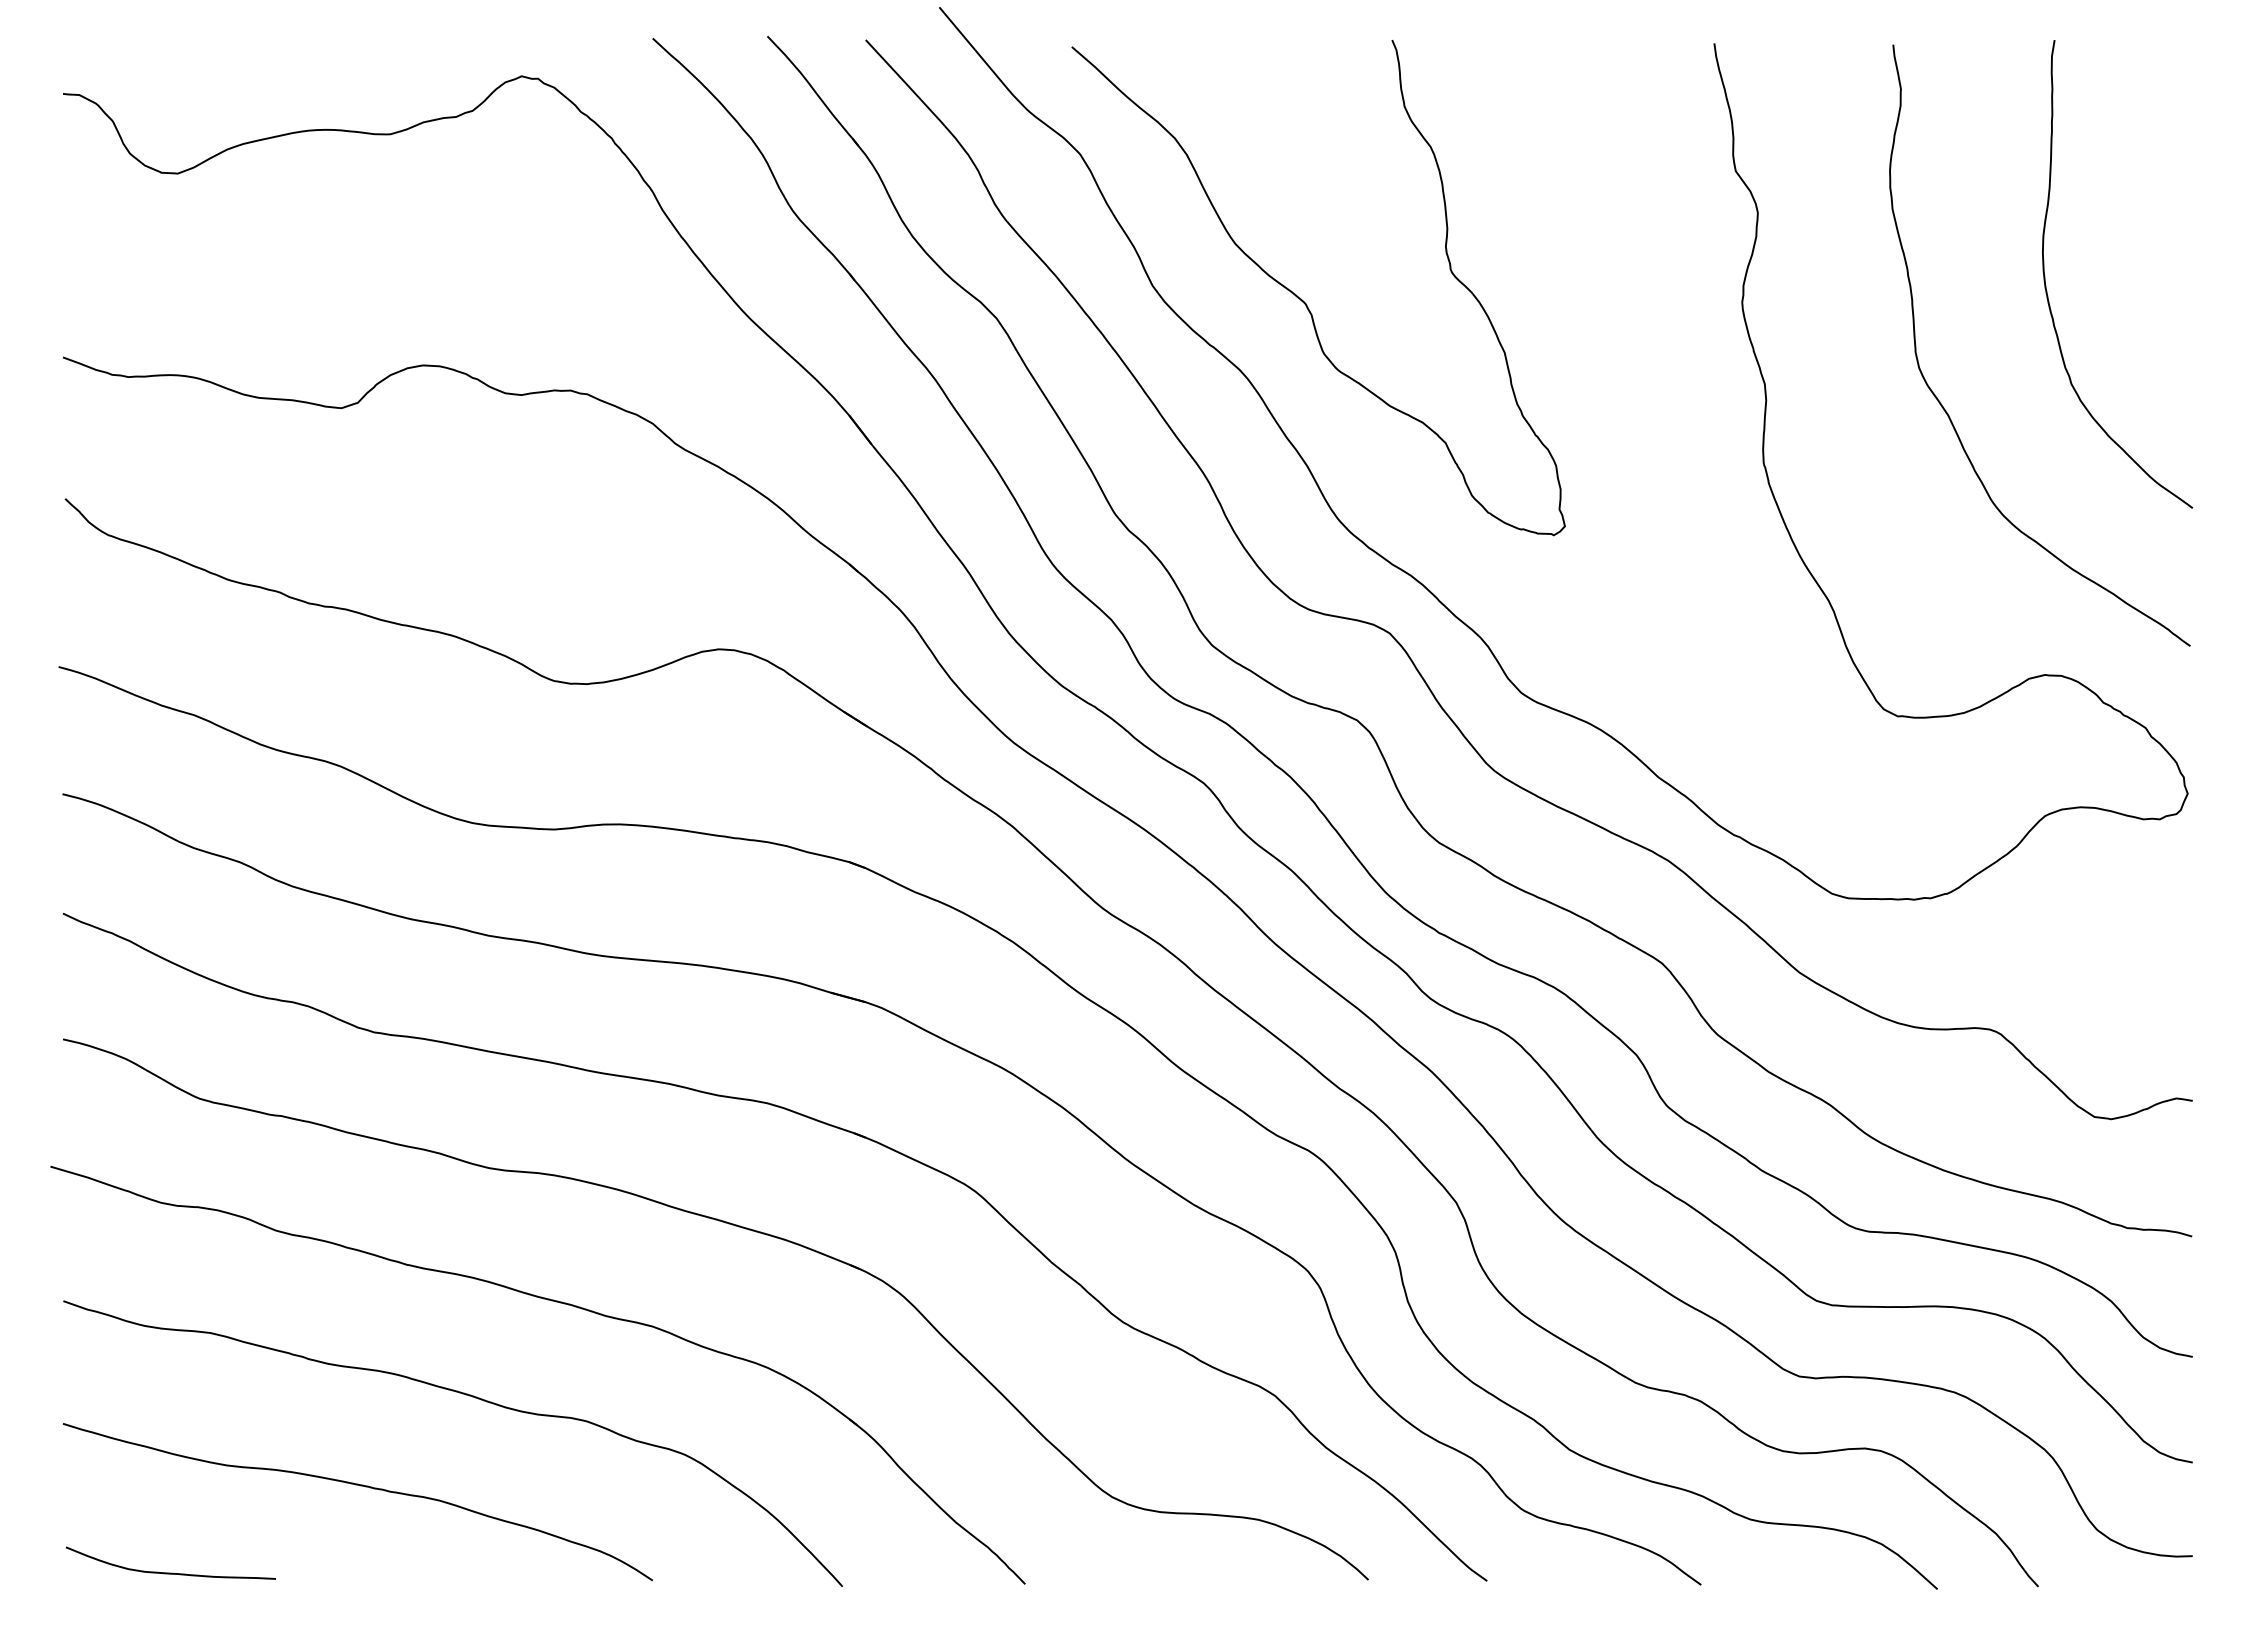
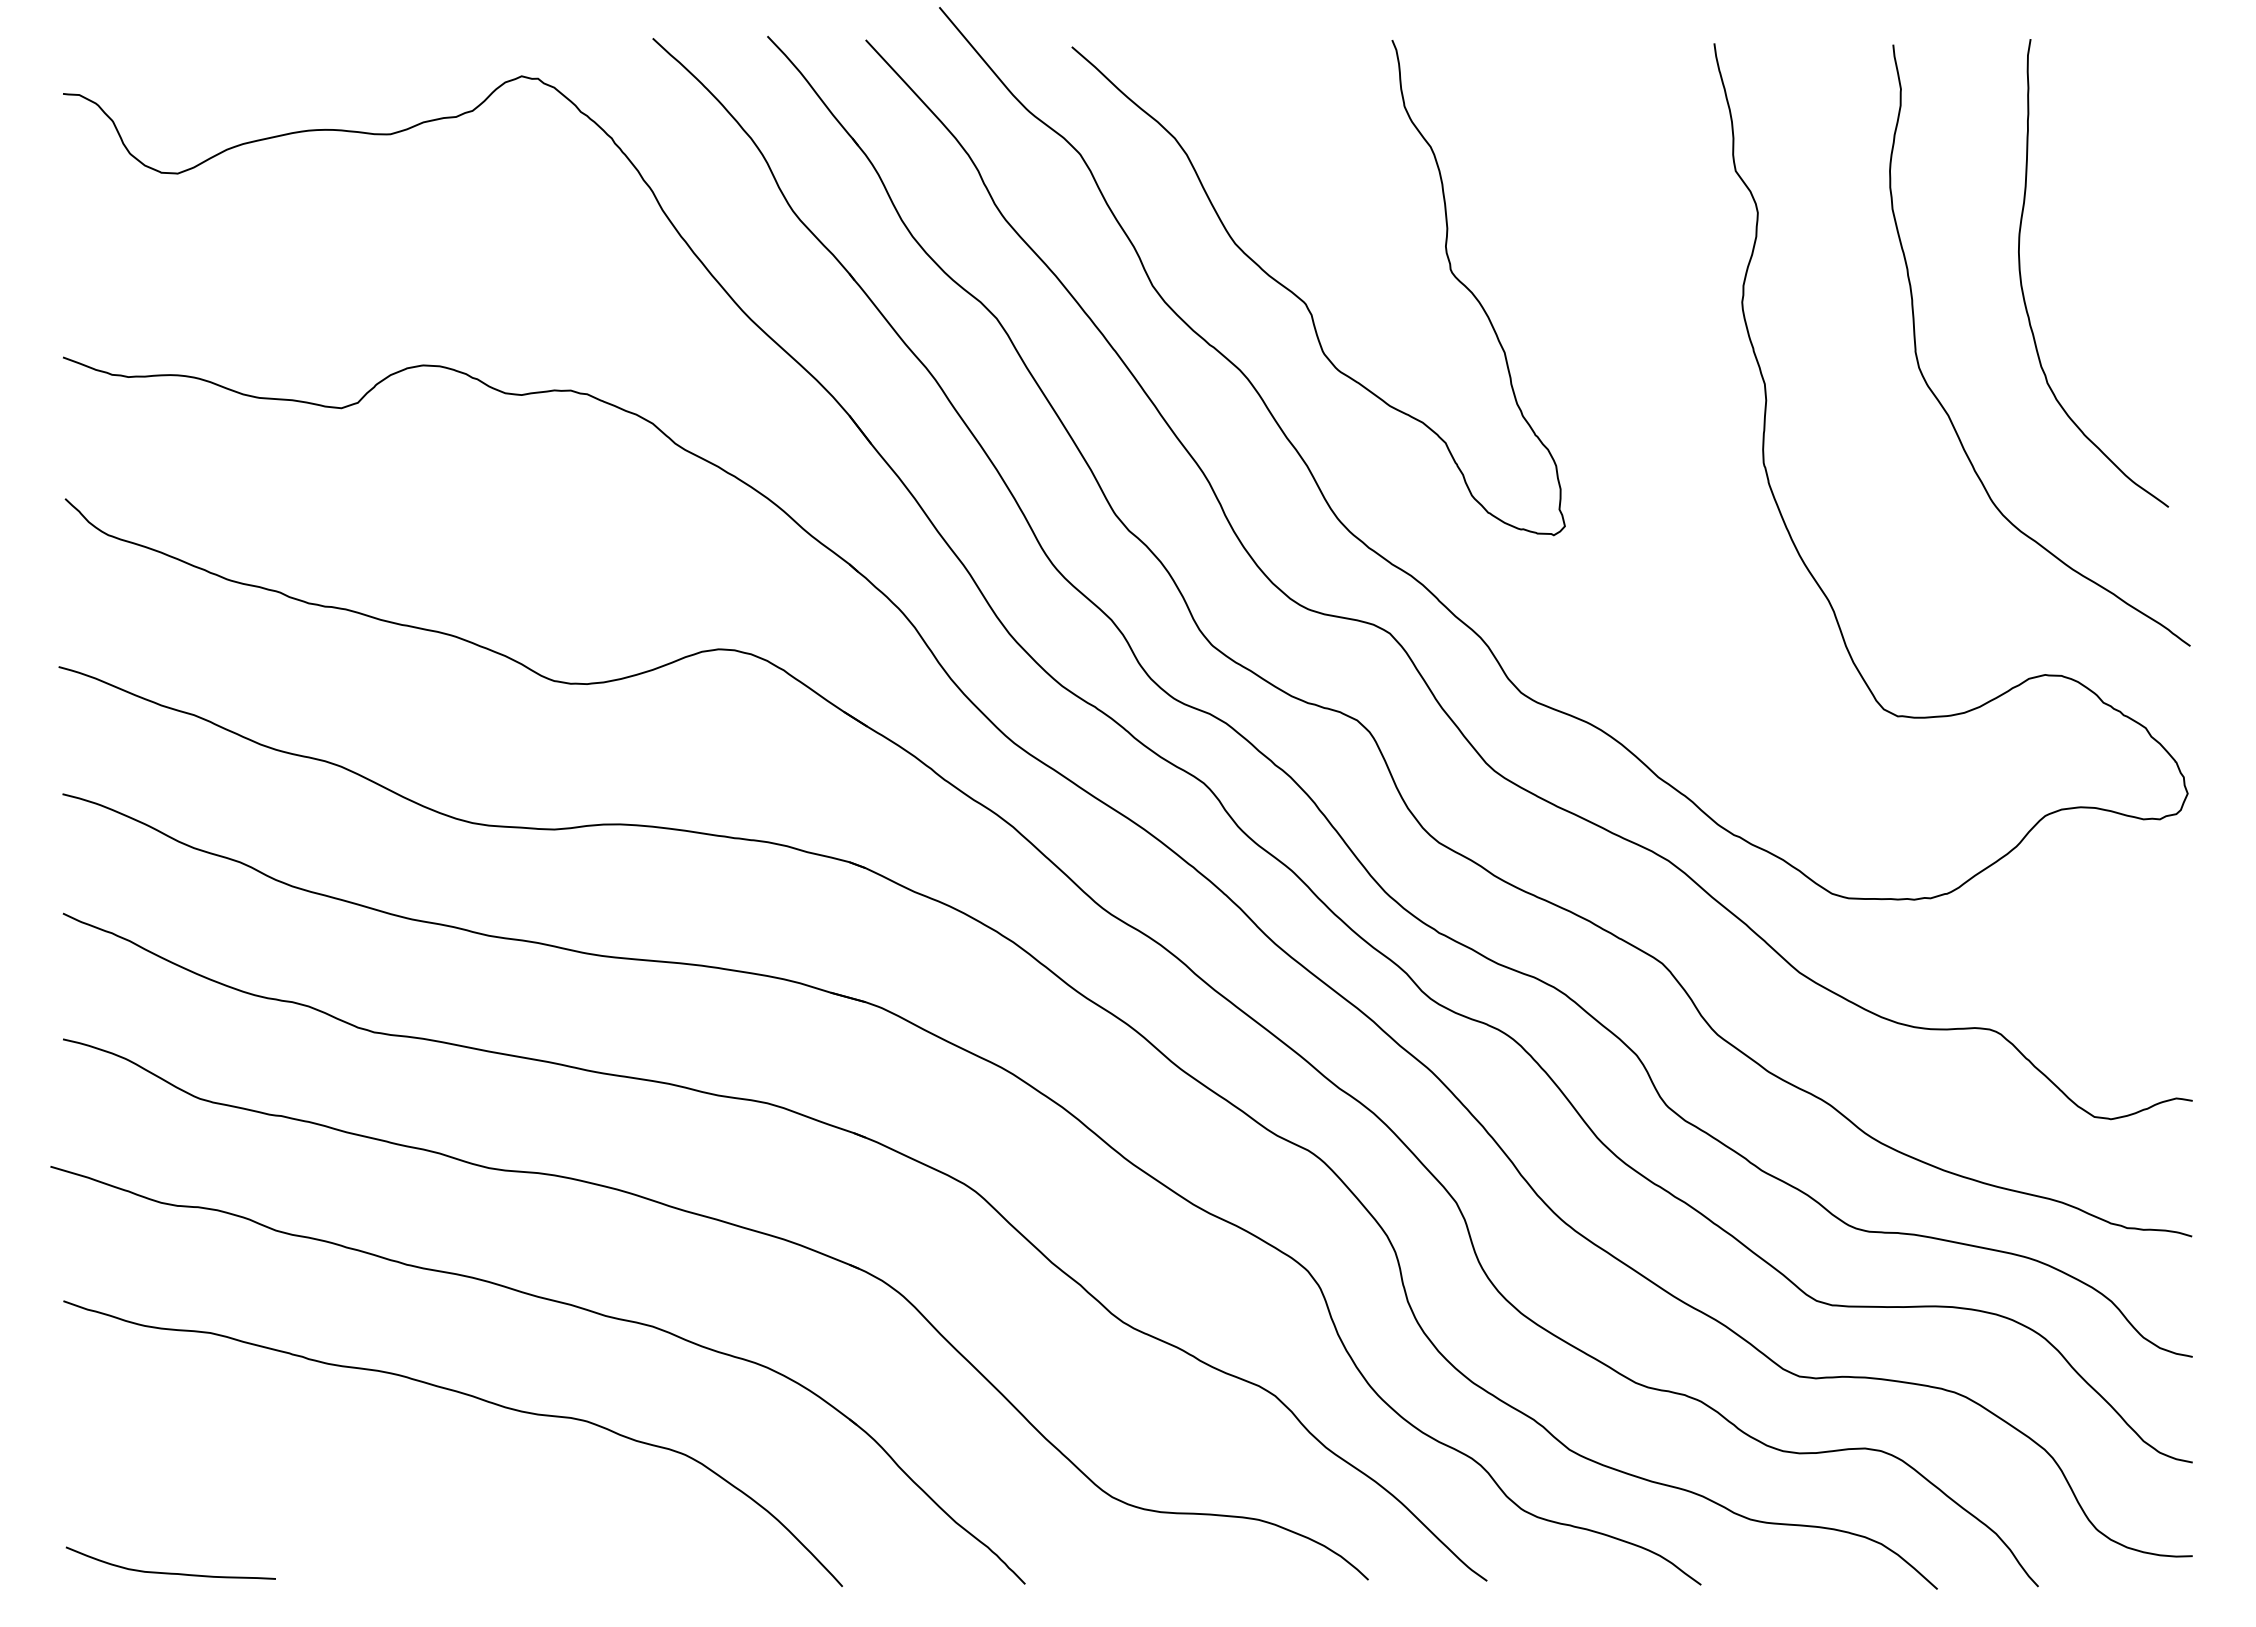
curve at (2047, 290) position: (2047, 290) -> (2023, 289)
curve at (360, 1486): present -> none
